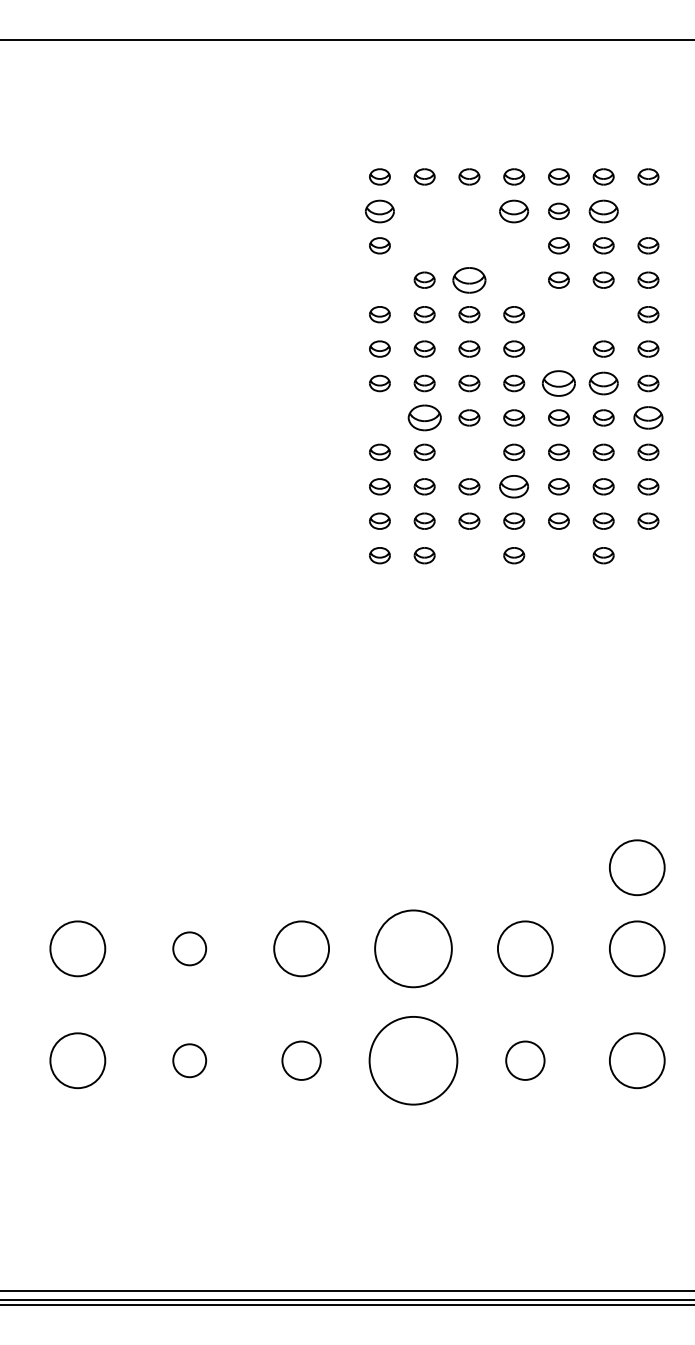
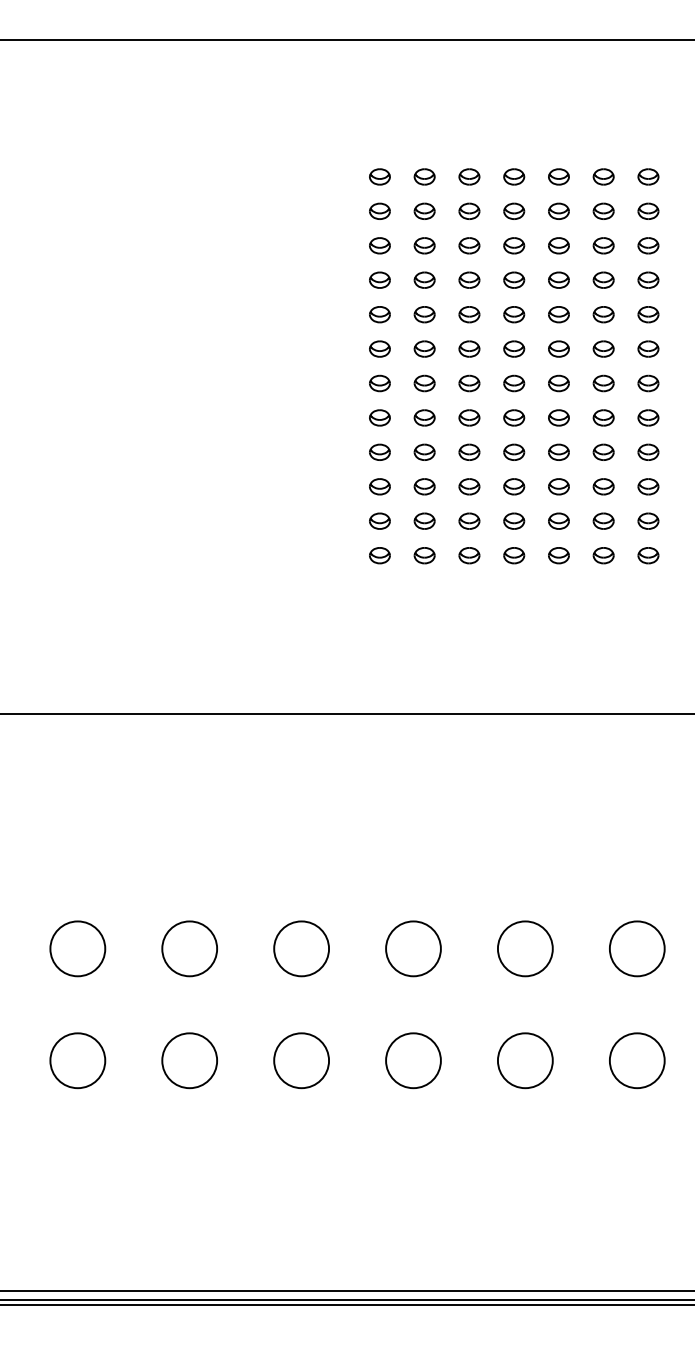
part at (424, 210): none -> present
part at (469, 210): none -> present
part at (648, 210): none -> present
part at (379, 211) size: 31x25 px -> 22x18 px
part at (514, 211) size: 31x25 px -> 23x18 px
part at (603, 211) size: 31x25 px -> 23x18 px
part at (424, 245): none -> present
part at (469, 245): none -> present
part at (514, 245): none -> present
part at (379, 279): none -> present
part at (514, 279): none -> present
part at (469, 280) size: 35x27 px -> 23x18 px
part at (558, 314): none -> present
part at (603, 314): none -> present
part at (558, 348): none -> present
part at (558, 383) size: 34x27 px -> 22x19 px
part at (603, 383) size: 31x25 px -> 23x19 px
part at (379, 417): none -> present
part at (424, 417) size: 35x28 px -> 23x18 px
part at (648, 417) size: 31x24 px -> 23x18 px
part at (469, 451): none -> present
part at (513, 486) size: 30x24 px -> 23x18 px
part at (469, 555): none -> present
part at (558, 555): none -> present
part at (648, 555): none -> present
line at (346, 713): none -> present
circle at (637, 867): present -> none
circle at (189, 948) diameter: 33 px -> 55 px
circle at (413, 948) diameter: 77 px -> 55 px
circle at (189, 1060) diameter: 33 px -> 55 px
circle at (301, 1060) diameter: 38 px -> 55 px
circle at (413, 1060) diameter: 88 px -> 55 px
circle at (525, 1060) diameter: 38 px -> 55 px
